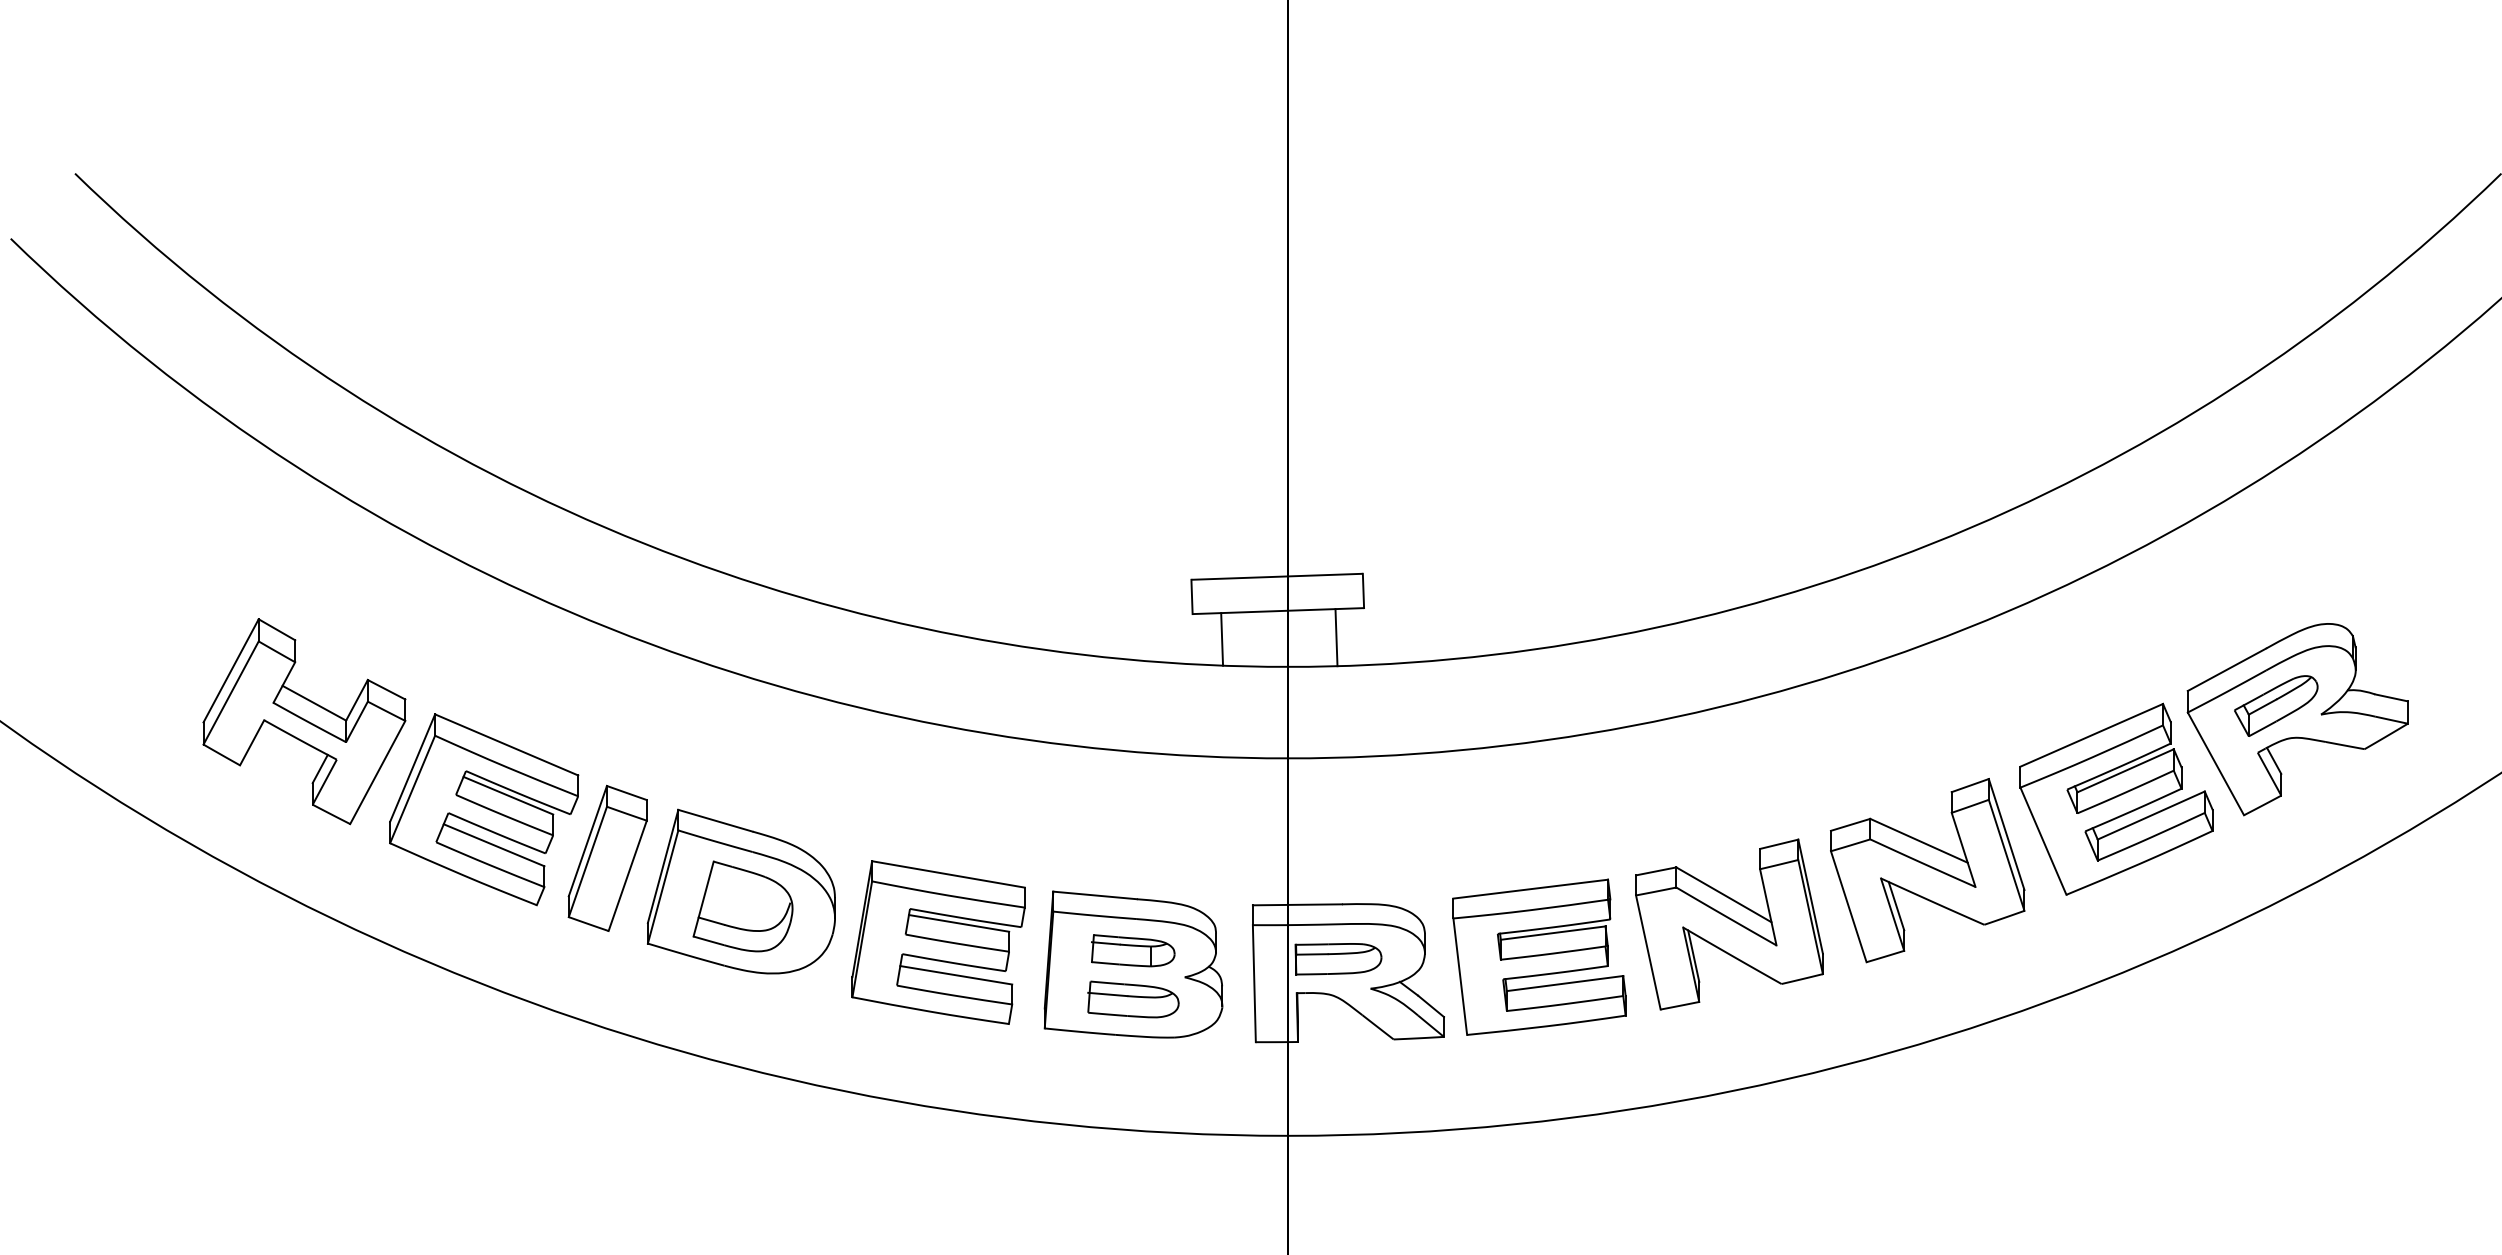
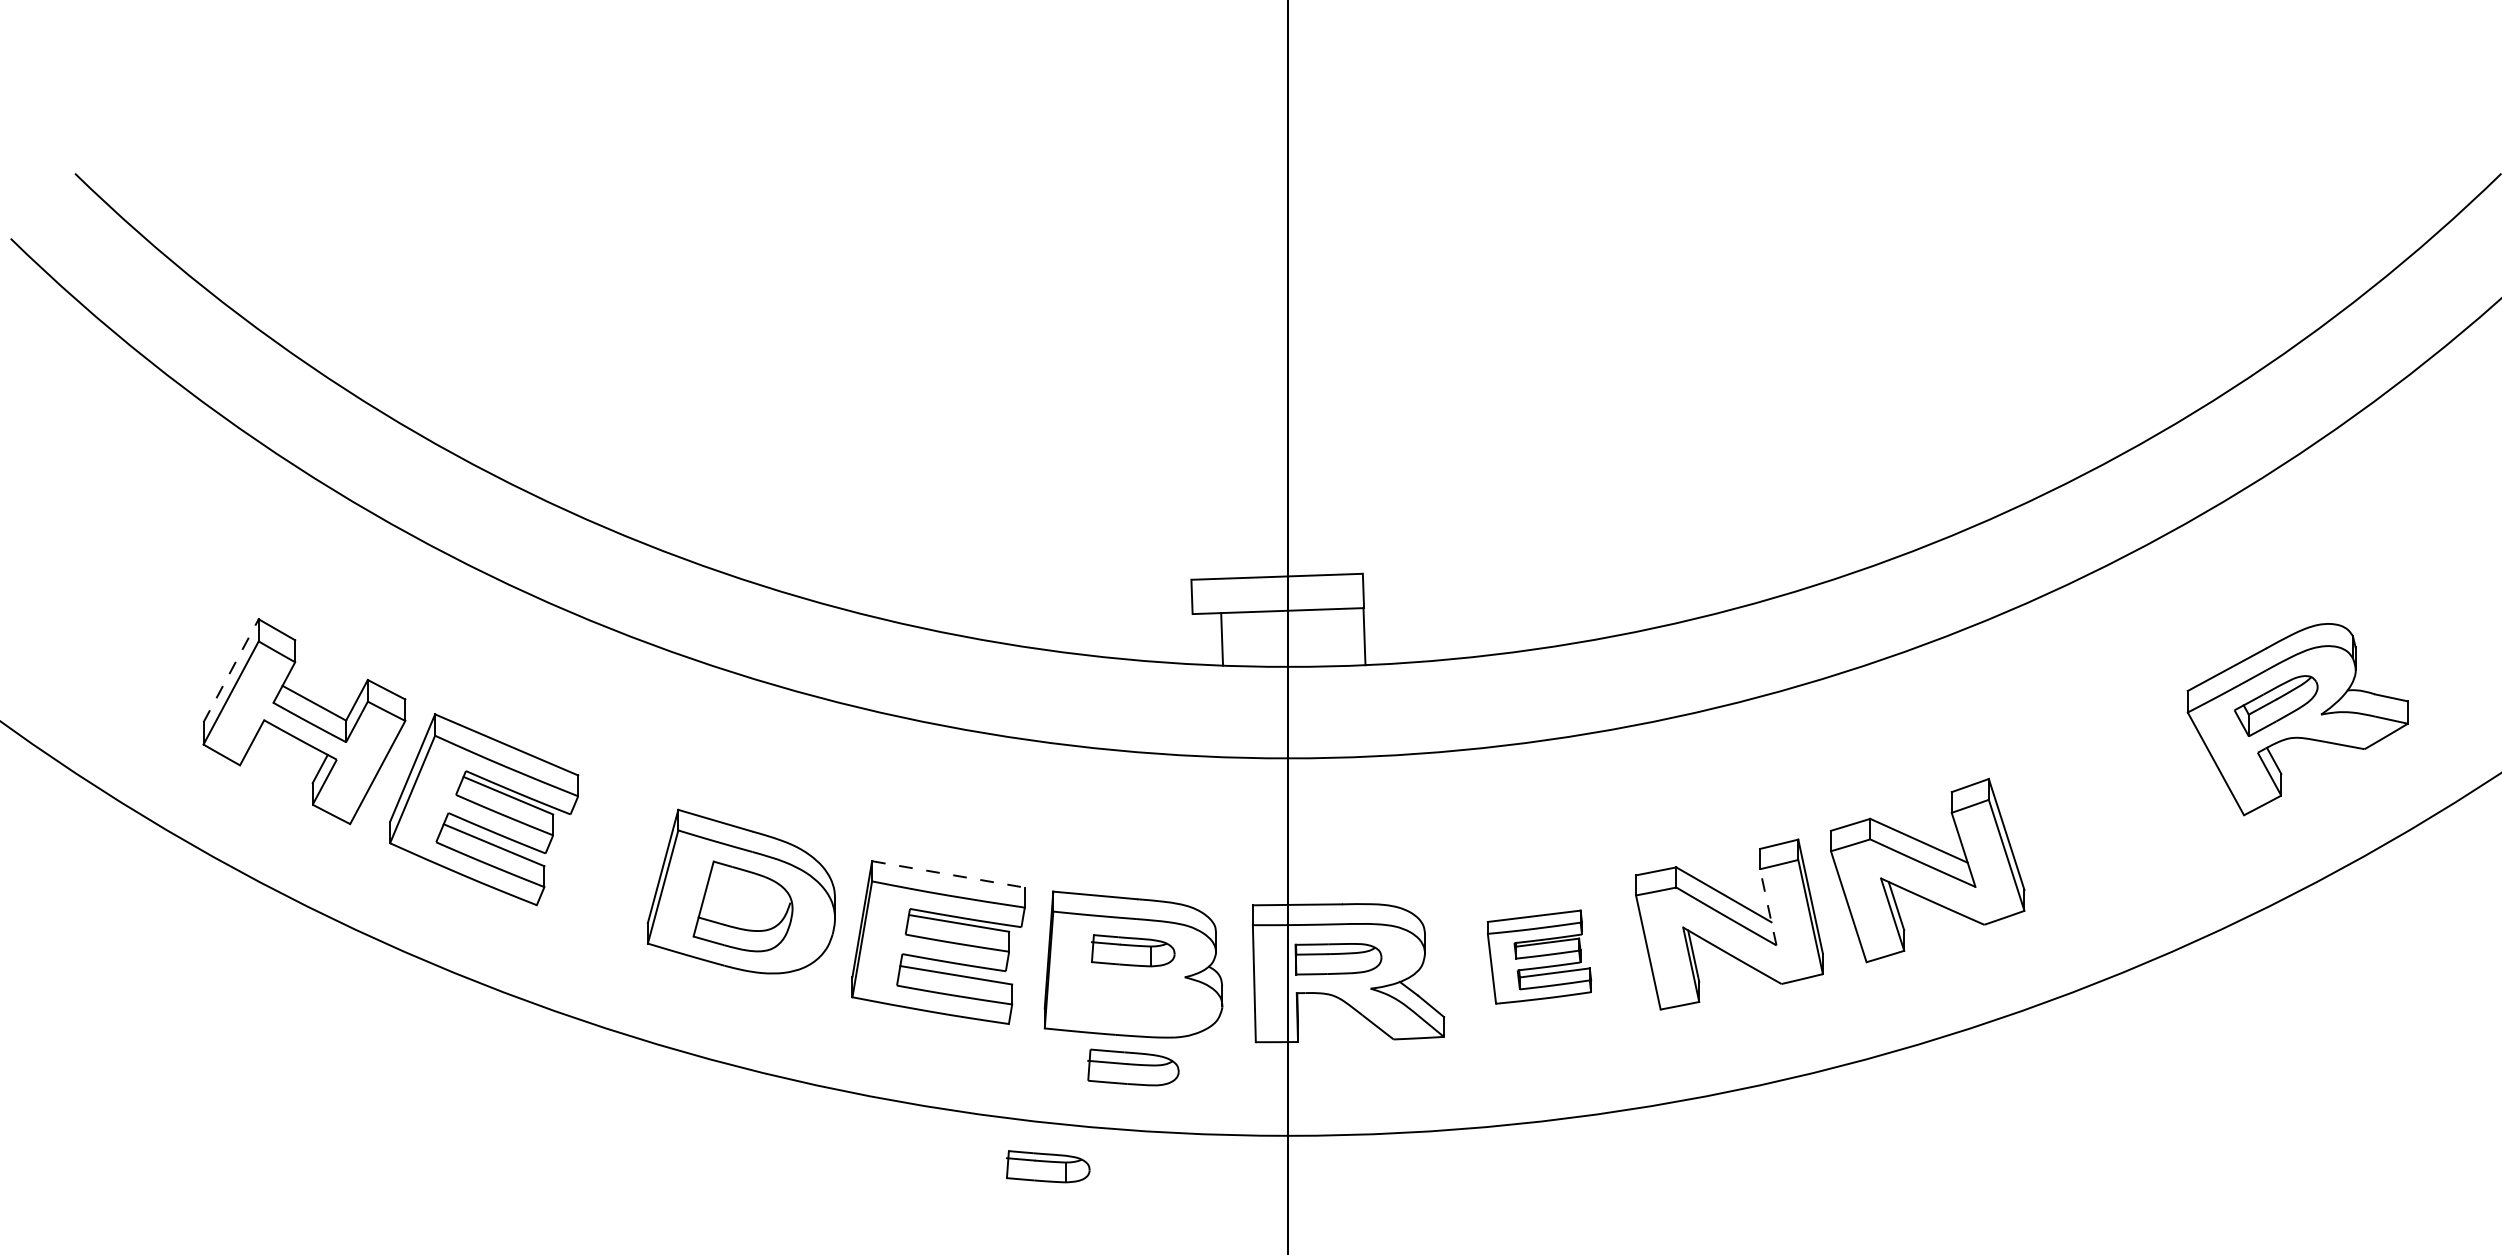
line at (1336, 637) position: (1336, 637) -> (1364, 636)
line at (231, 670): solid -> dashed
part at (2116, 798): present -> none
part at (607, 857): present -> none
line at (948, 874): solid -> dashed
line at (1768, 907): solid -> dashed
part at (1539, 956) size: 175x158 px -> 107x96 px
part at (1133, 999) position: (1133, 999) -> (1133, 1067)
part at (1048, 1166): none -> present
